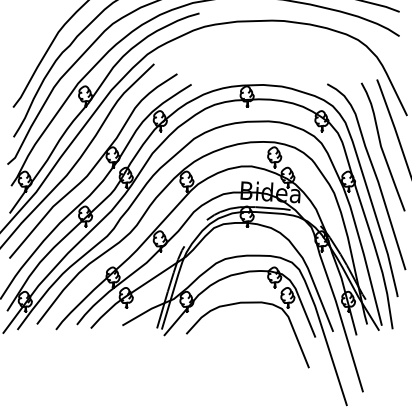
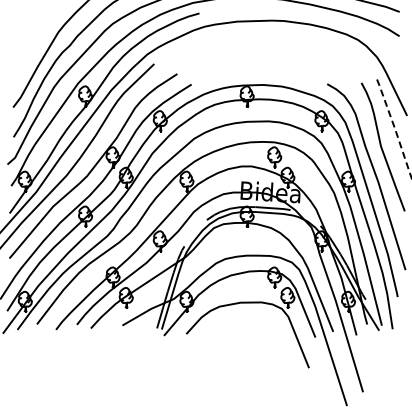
line at (394, 128): solid -> dashed
